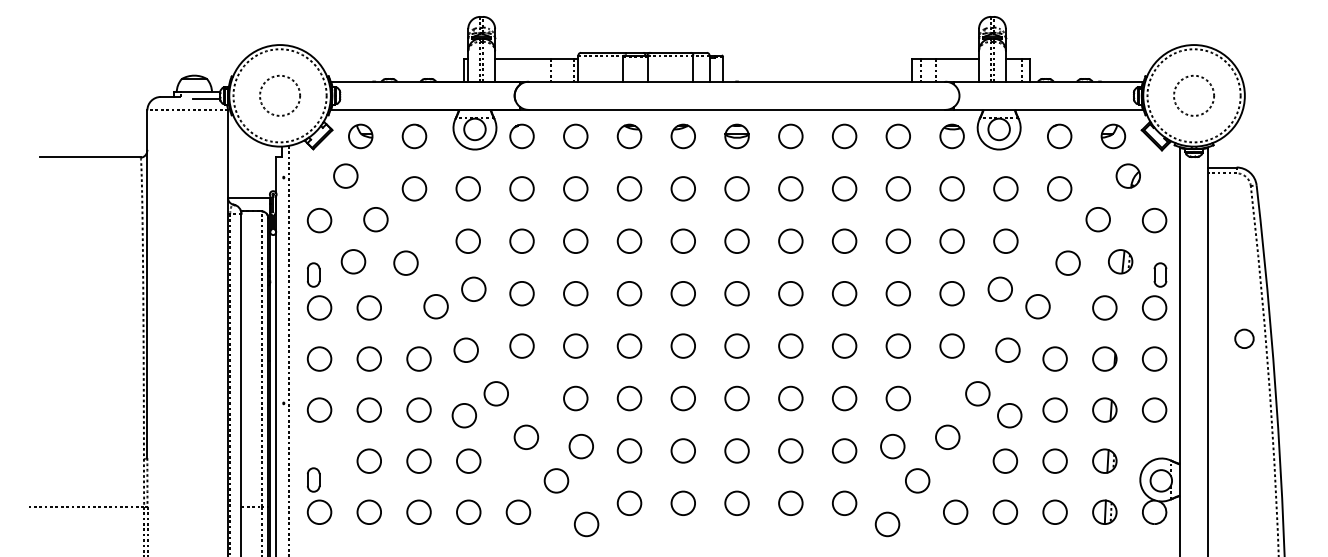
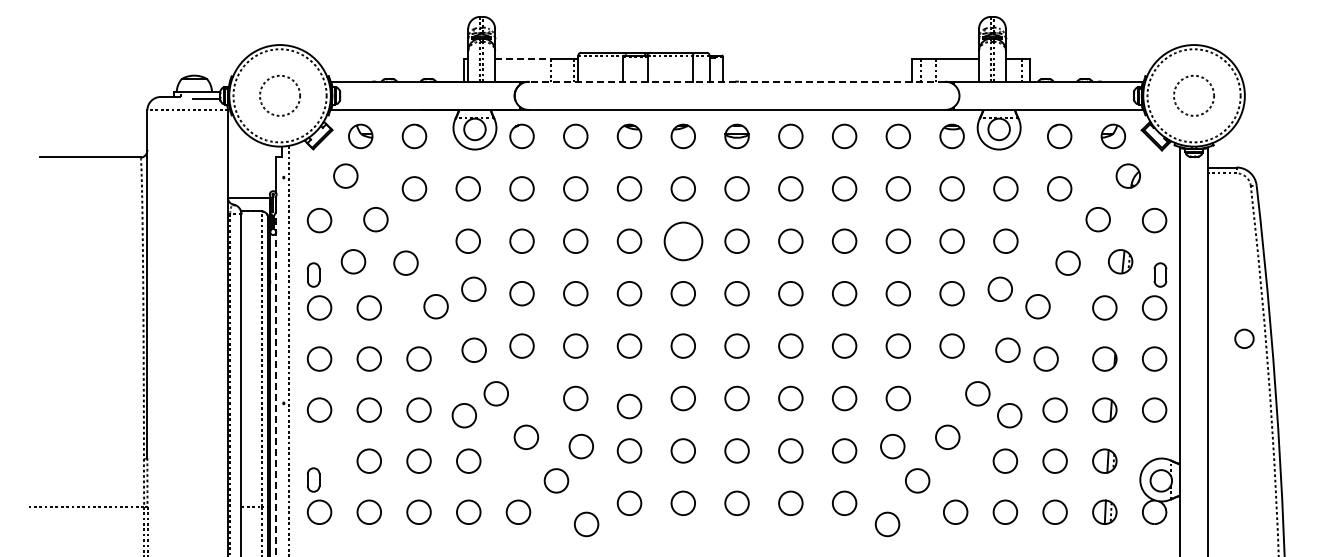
line at (522, 58): solid -> dashed
line at (736, 81): solid -> dashed
circle at (682, 240) size: 26x26 px -> 41x41 px
circle at (465, 349) position: (465, 349) -> (473, 349)
circle at (1054, 358) position: (1054, 358) -> (1045, 358)
line at (276, 376): solid -> dashed
circle at (629, 398) position: (629, 398) -> (629, 406)
